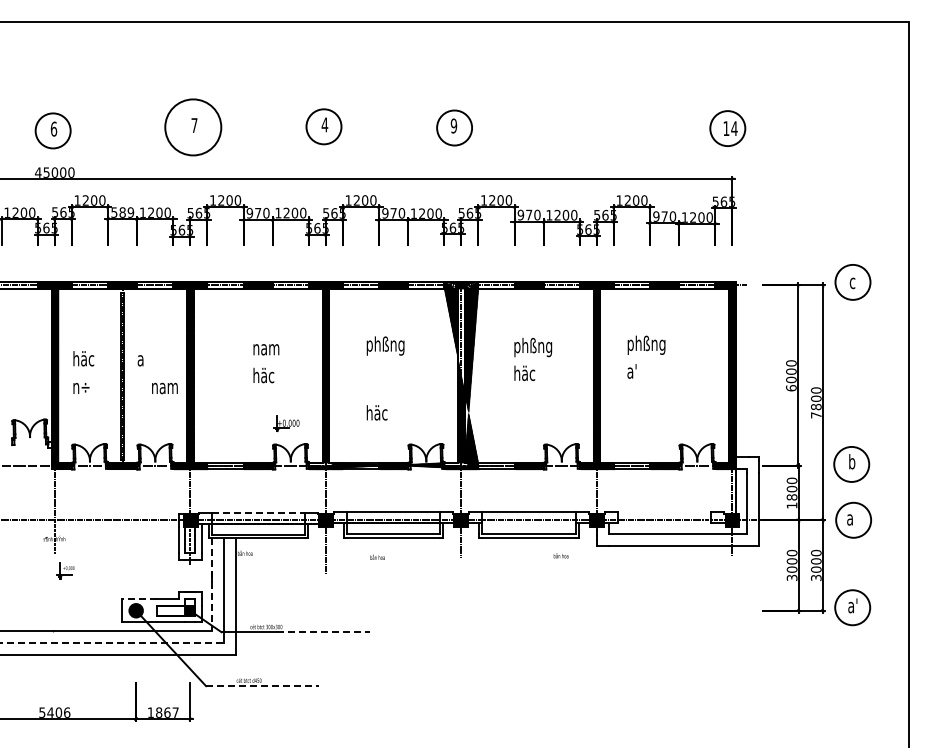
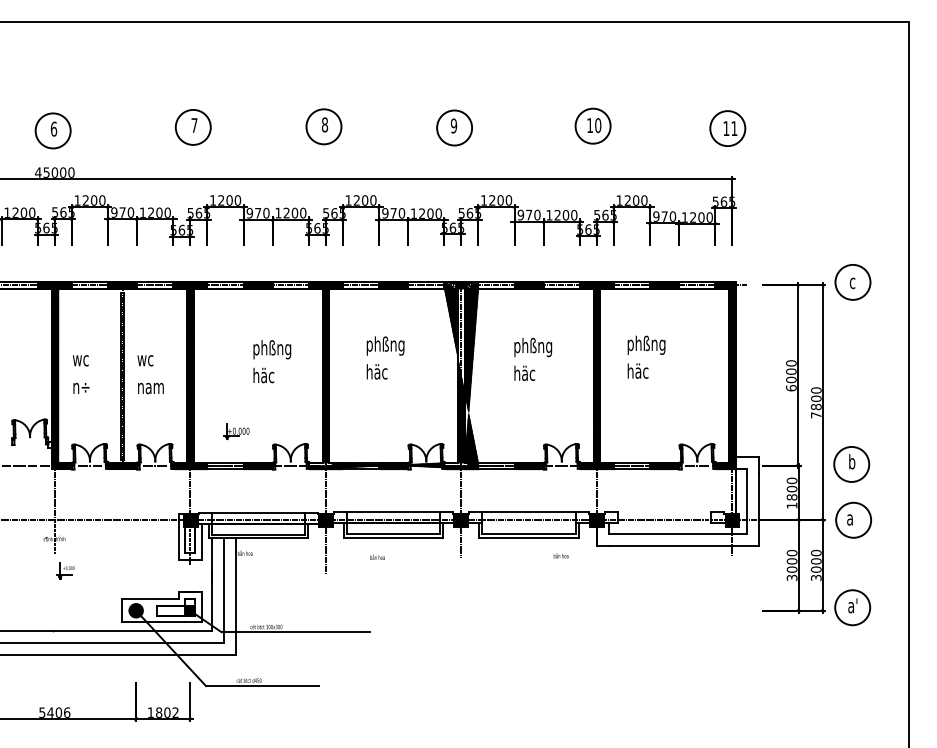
text at (324, 124): 4 -> 8
part at (592, 125): none -> present
circle at (193, 127) diameter: 56 px -> 35 px
text at (734, 128): 14 -> 11
text at (122, 212): 589 -> 970
text at (272, 349): nam -> phßng
text at (83, 358): häc -> wc
text at (145, 360): a -> wc
text at (637, 370): a' -> häc
text at (164, 388) position: (164, 388) -> (150, 388)
text at (376, 412) position: (376, 412) -> (376, 371)
part at (286, 423) position: (286, 423) -> (236, 431)
line at (258, 512): dashed -> solid
line at (211, 584): dashed -> solid
line at (139, 598): dashed -> solid
line at (323, 632): dashed -> solid
line at (112, 642): dashed -> solid
line at (262, 686): dashed -> solid
text at (171, 712): 1867 -> 1802
